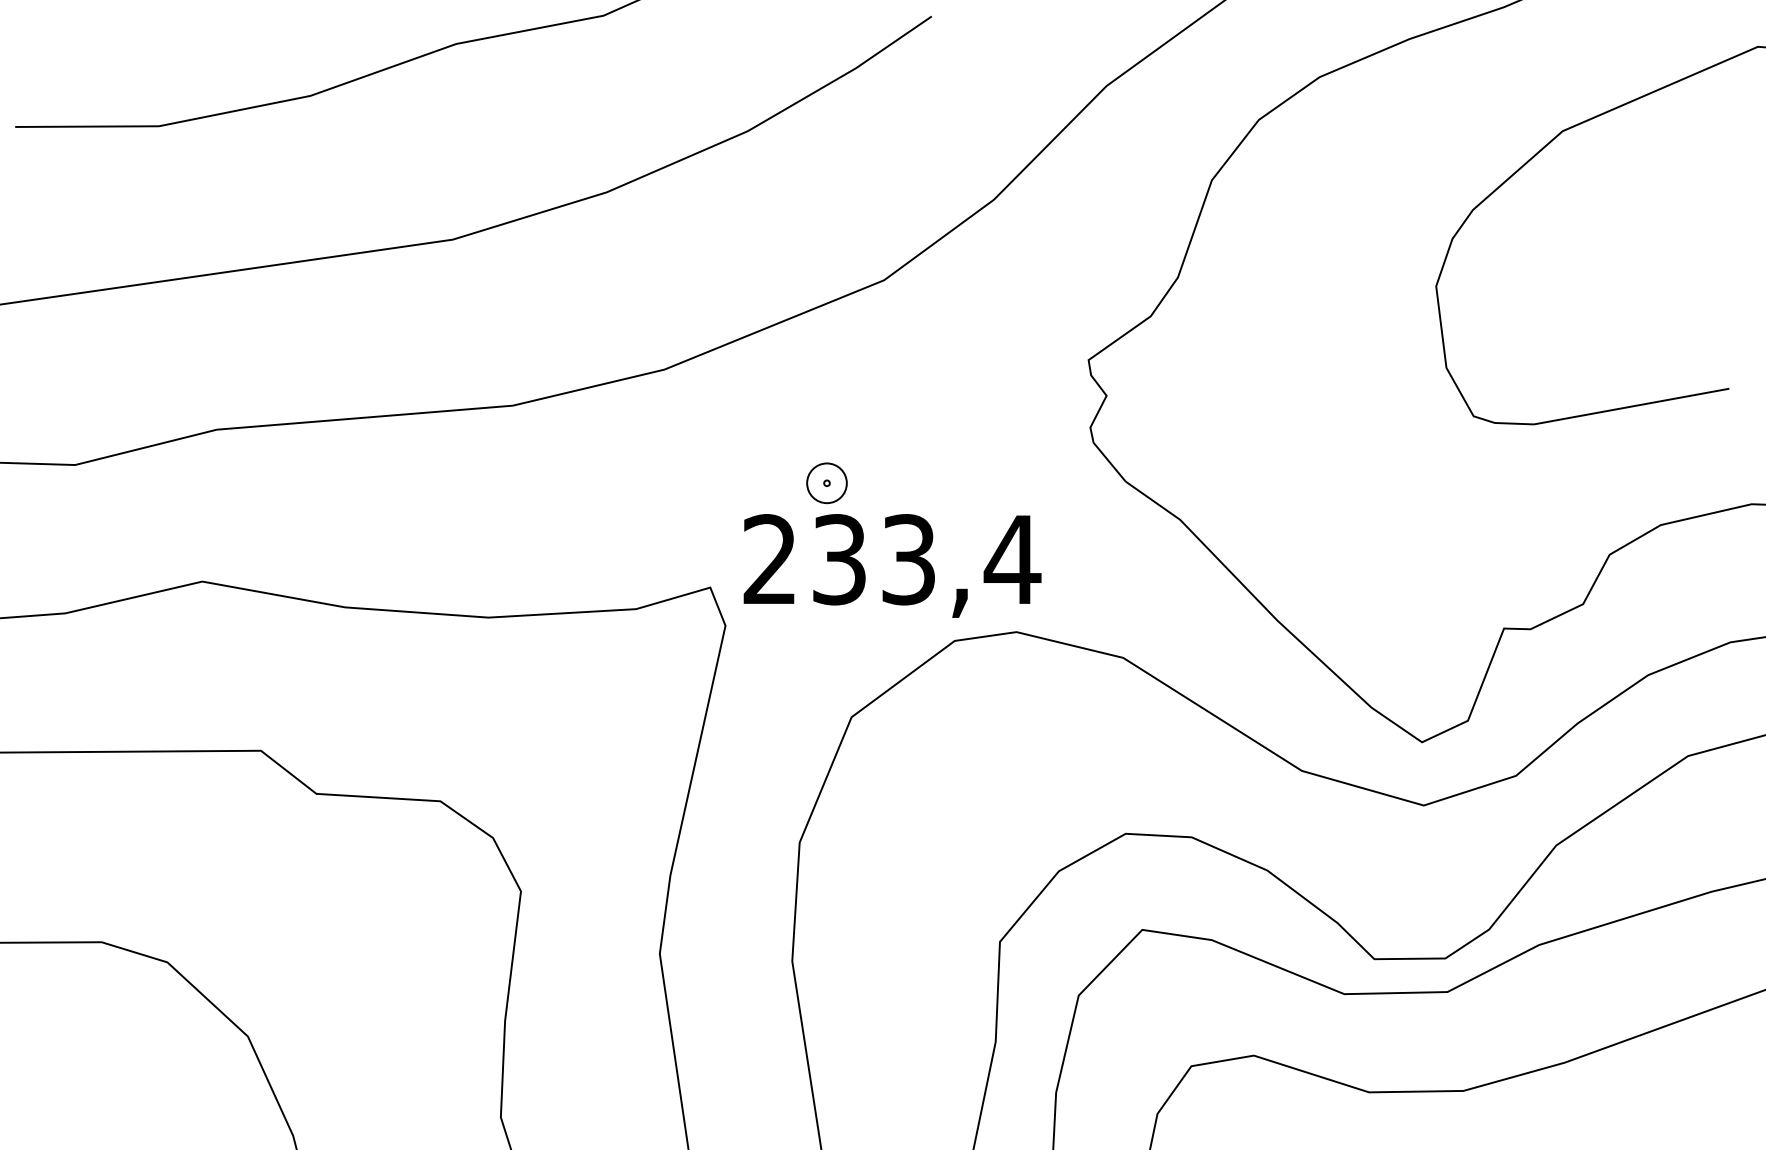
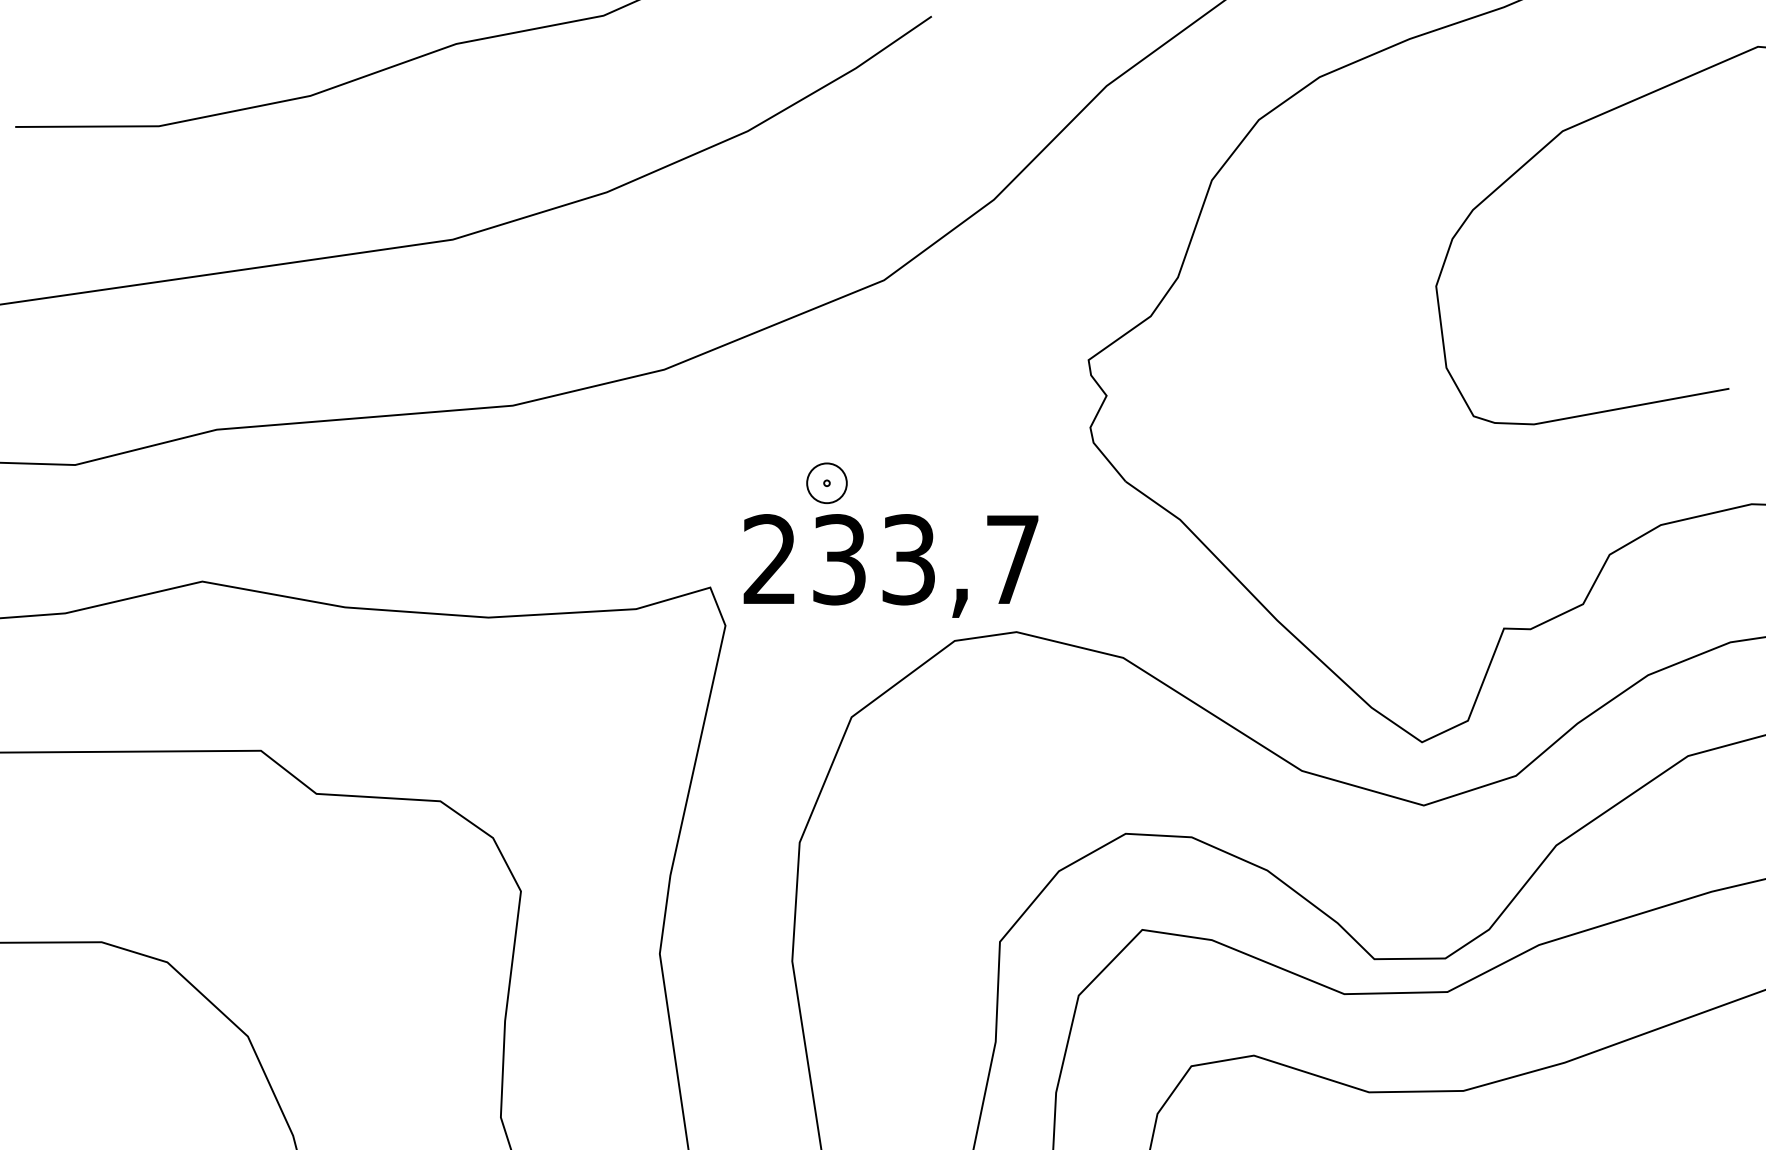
text at (1012, 559): 233,4 -> 233,7
